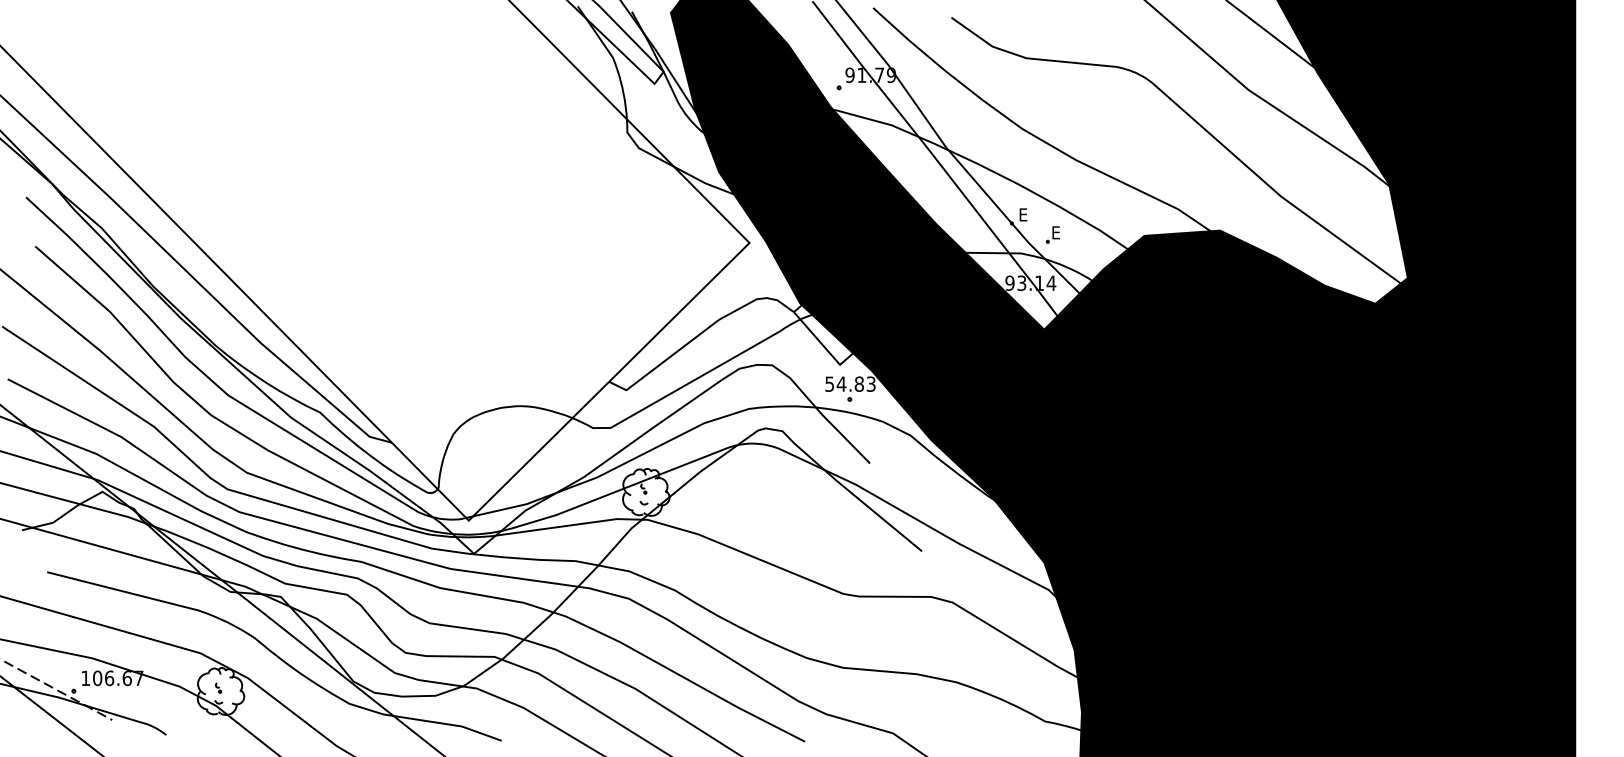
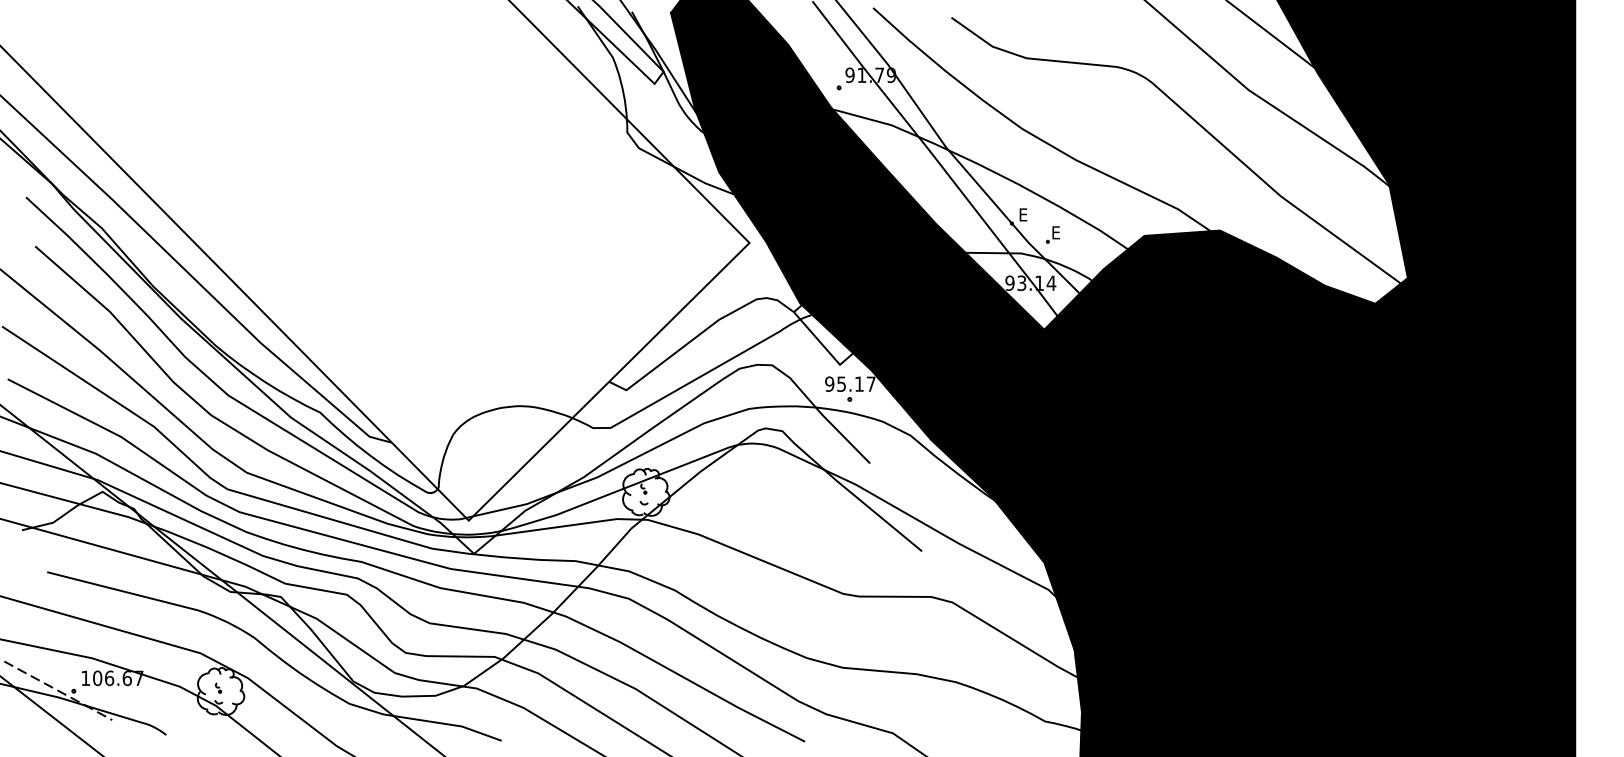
text at (850, 383): 54.83 -> 95.17
